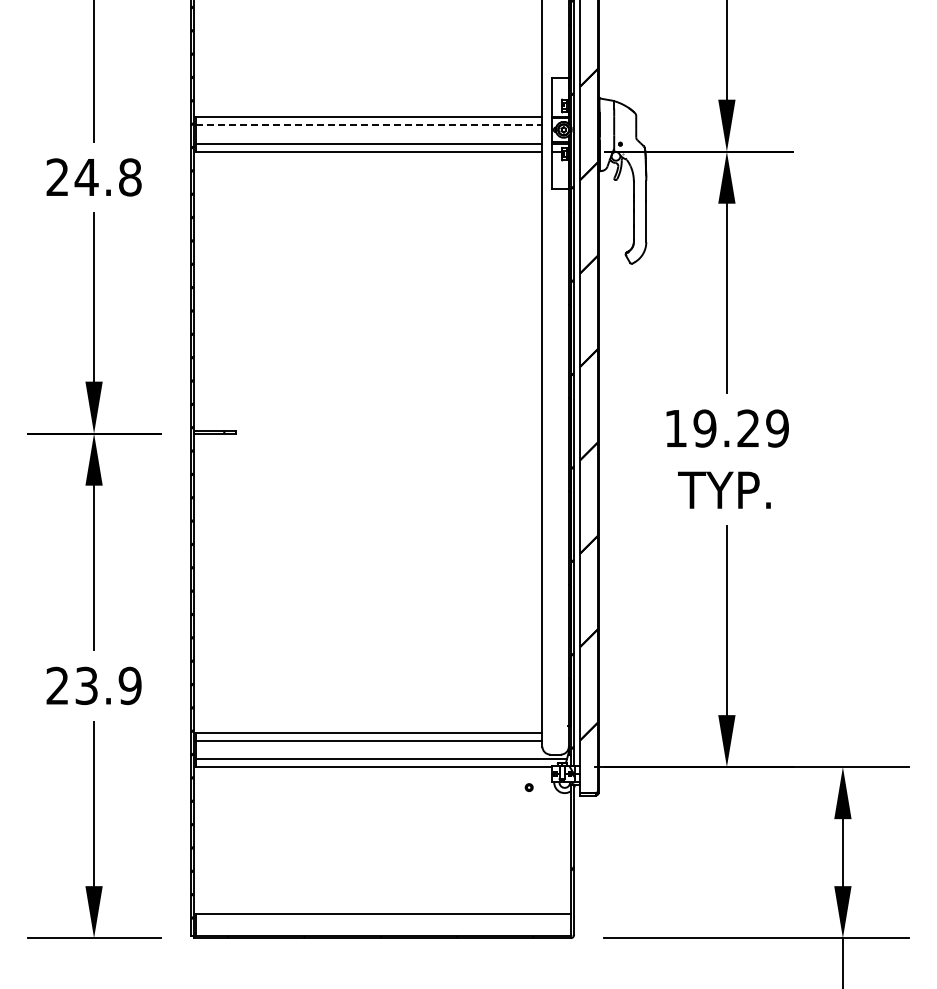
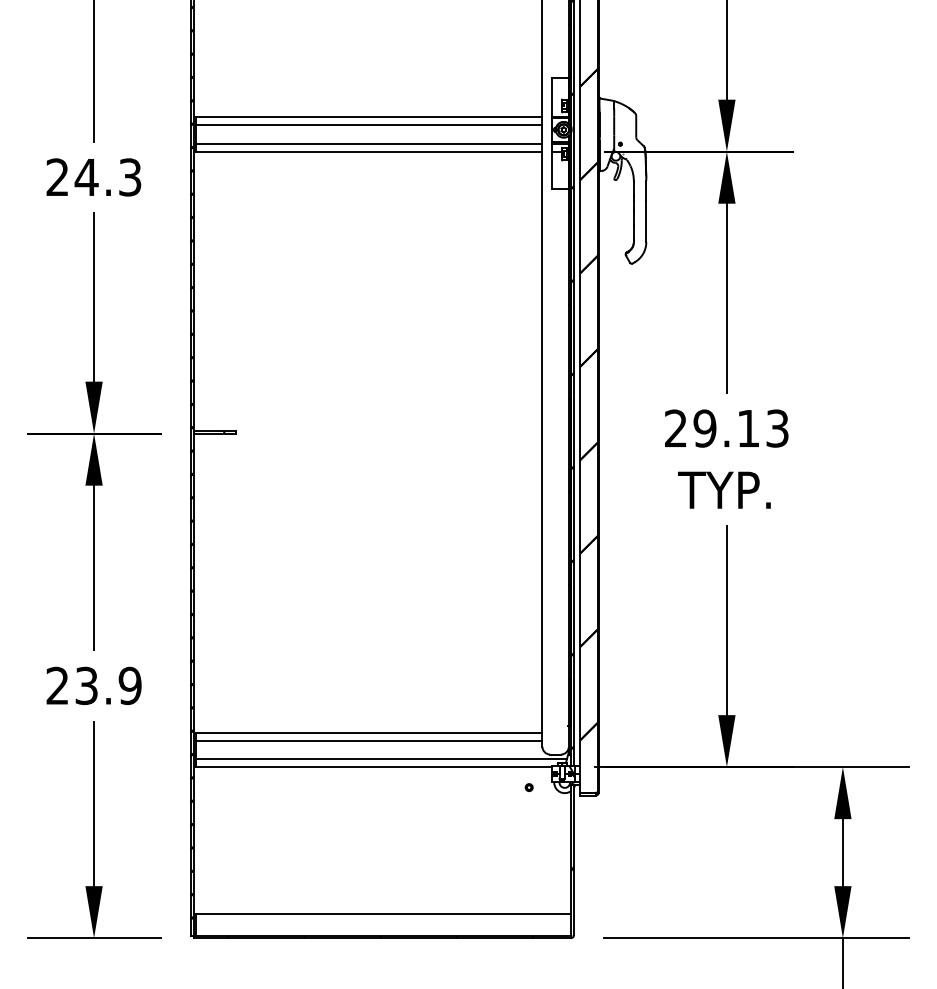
line at (369, 125): dashed -> solid
text at (130, 177): 24.8 -> 24.3
text at (726, 428): 19.29 -> 29.13
